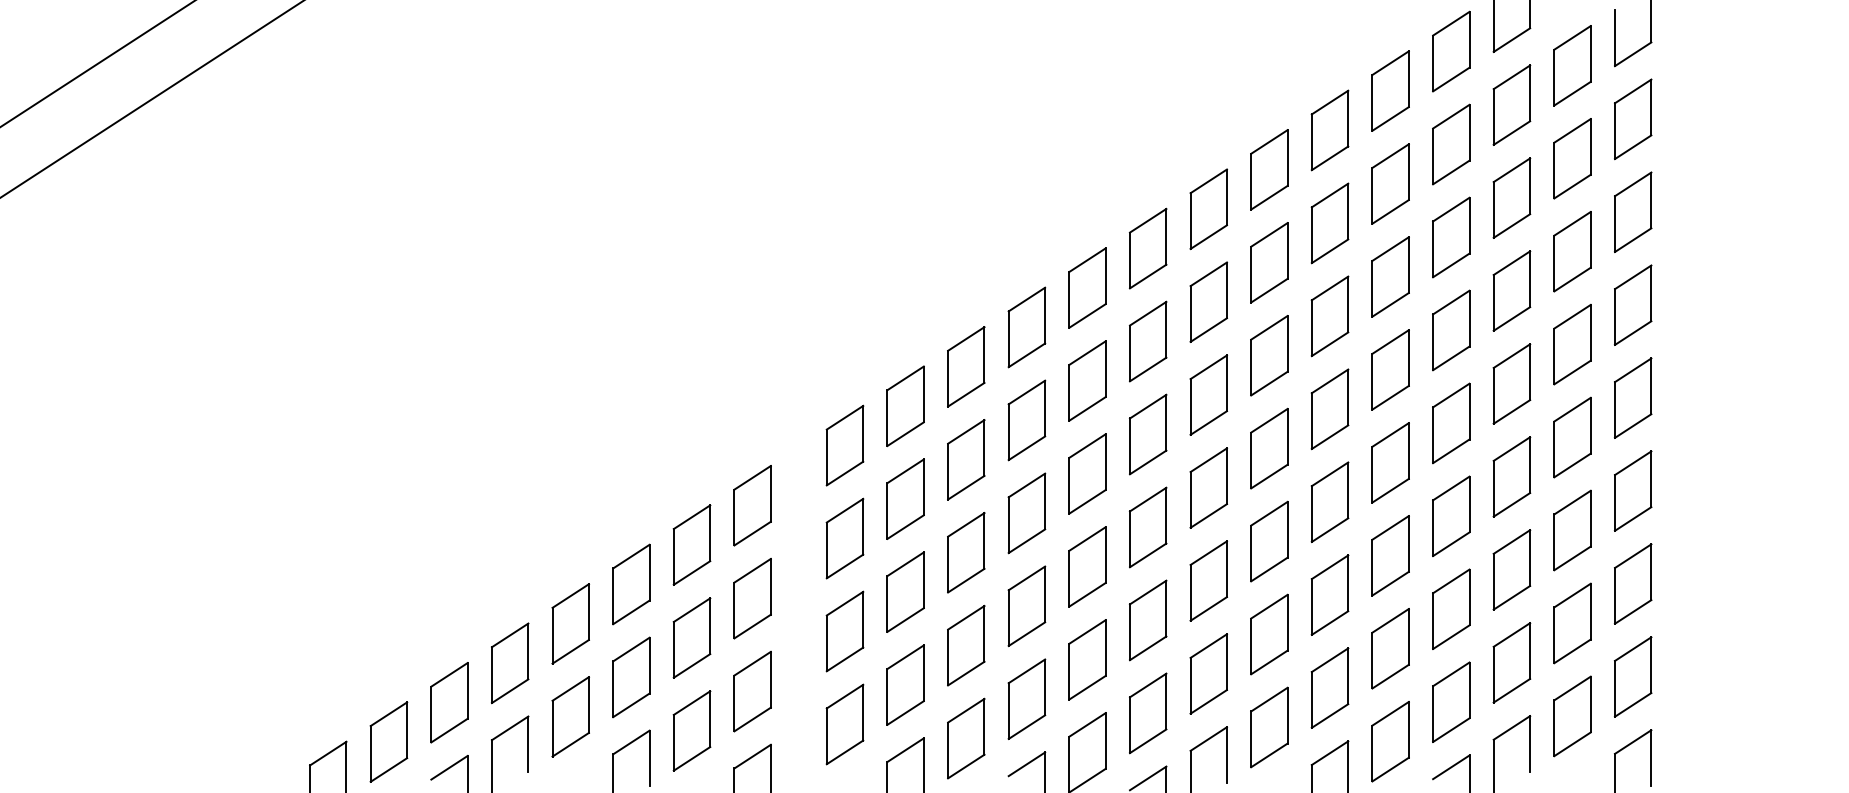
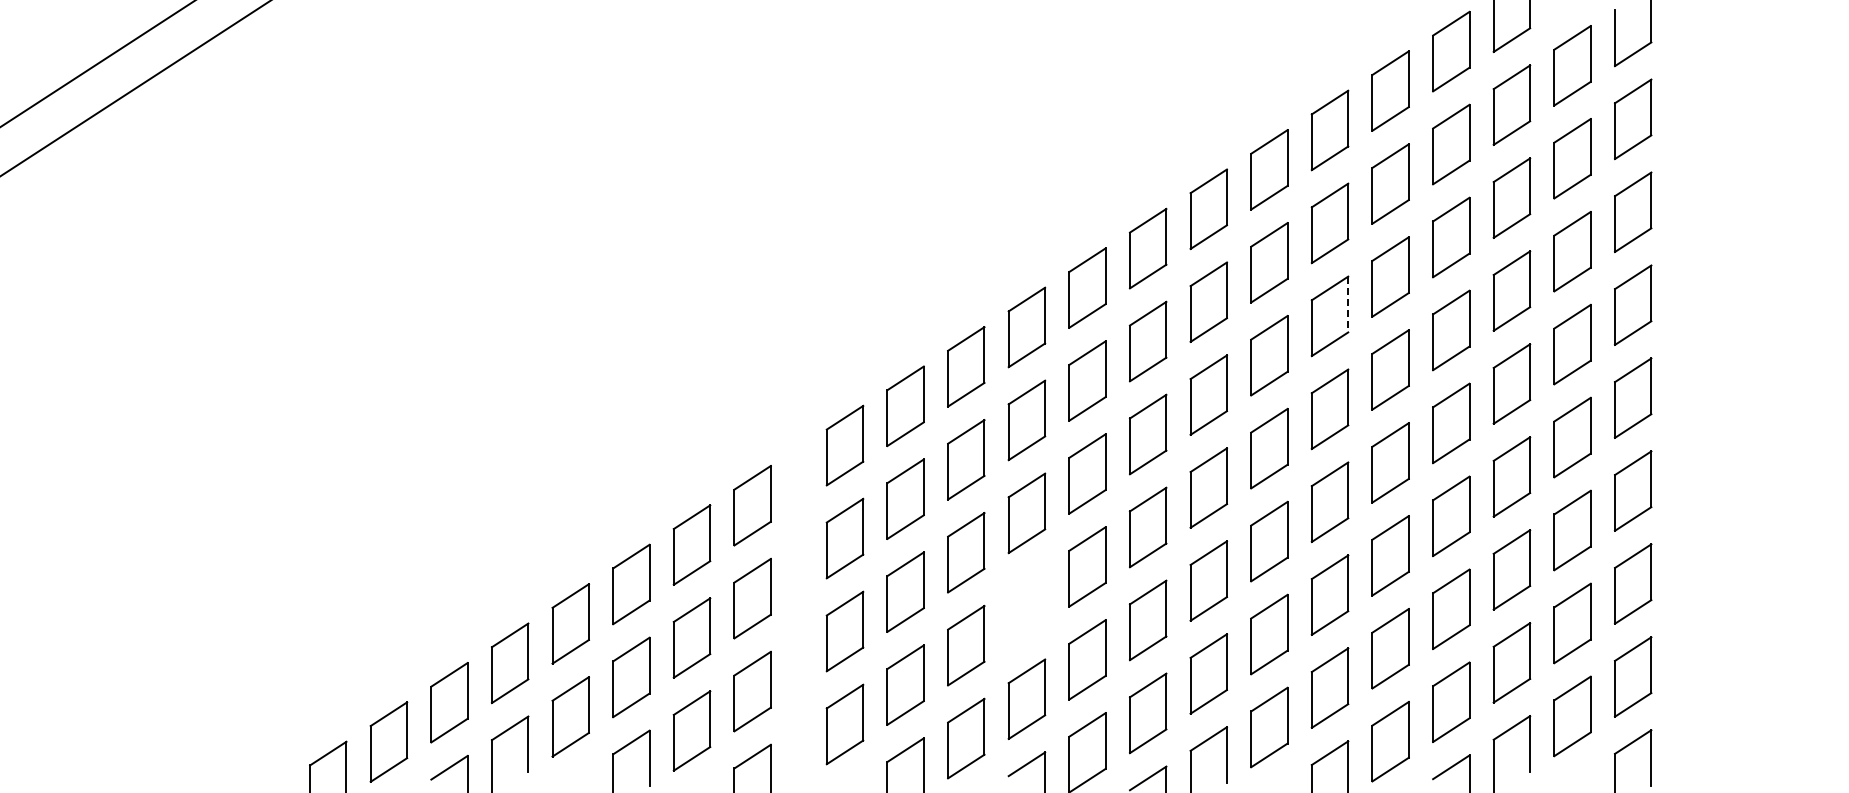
line at (151, 99) position: (151, 99) -> (135, 88)
line at (1348, 304): solid -> dashed
part at (1026, 606): present -> none
